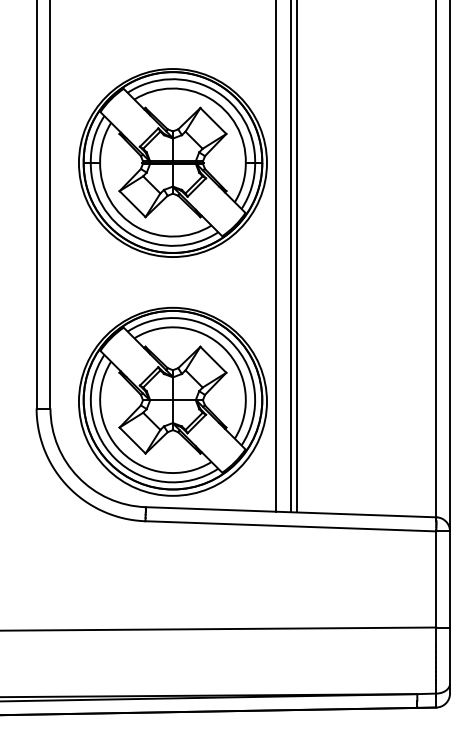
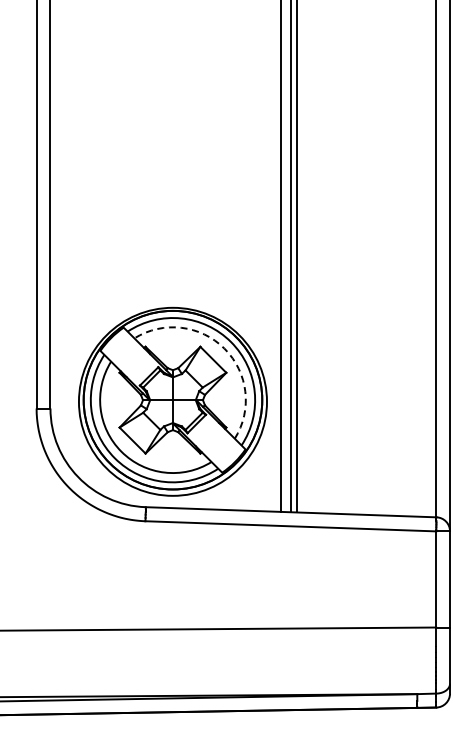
part at (172, 162): present -> none
line at (276, 256) position: (276, 256) -> (281, 256)
arc at (224, 348): solid -> dashed
